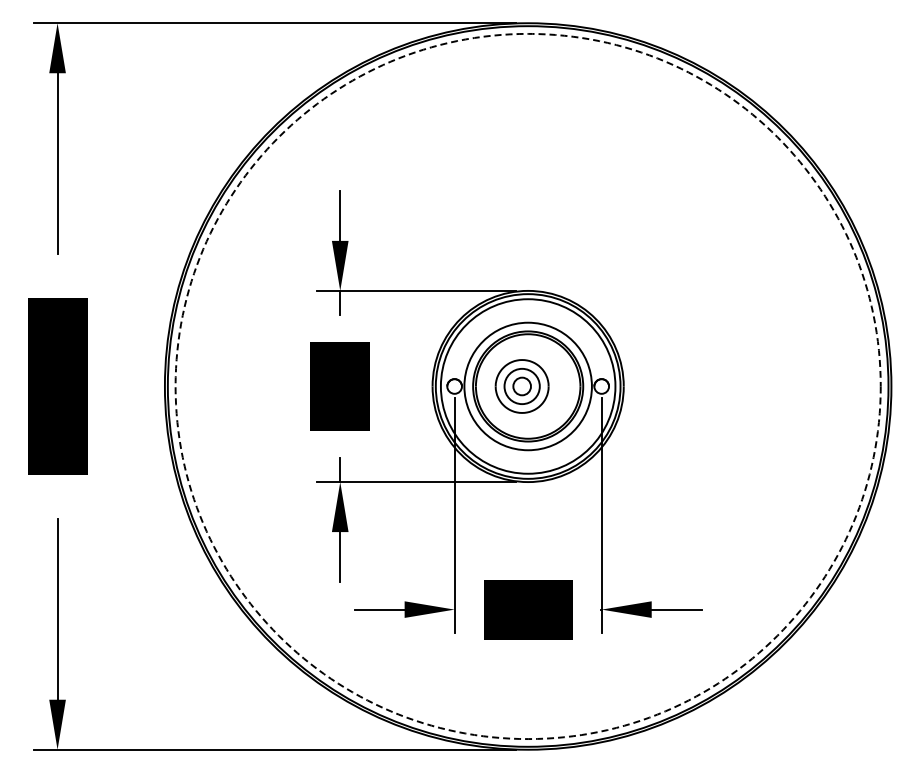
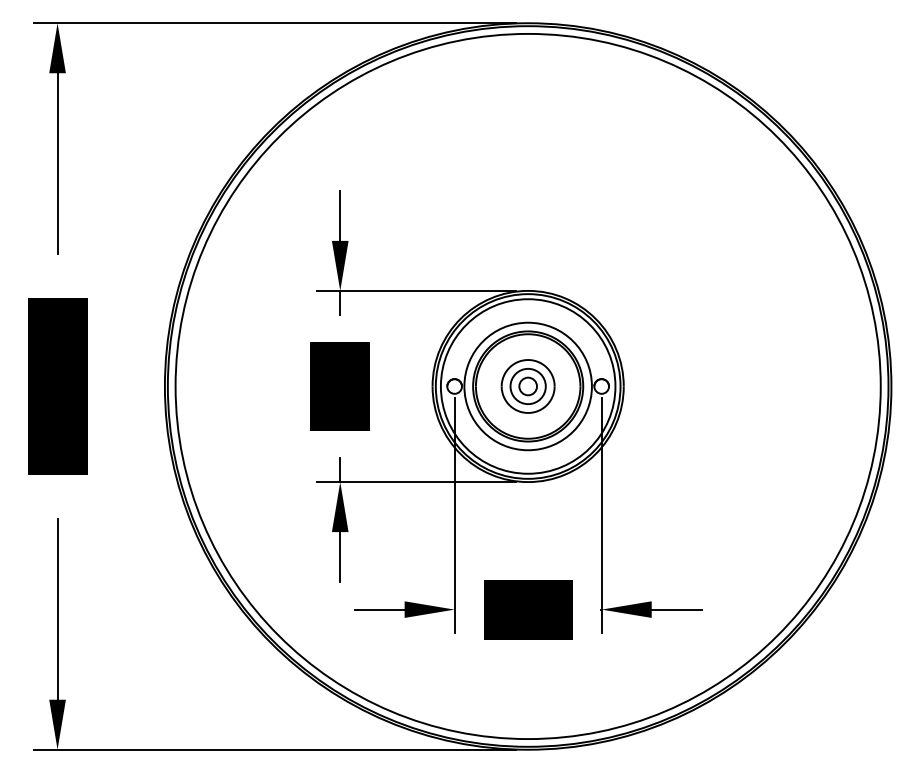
part at (521, 386) position: (521, 386) -> (527, 386)
circle at (527, 386): dashed -> solid
